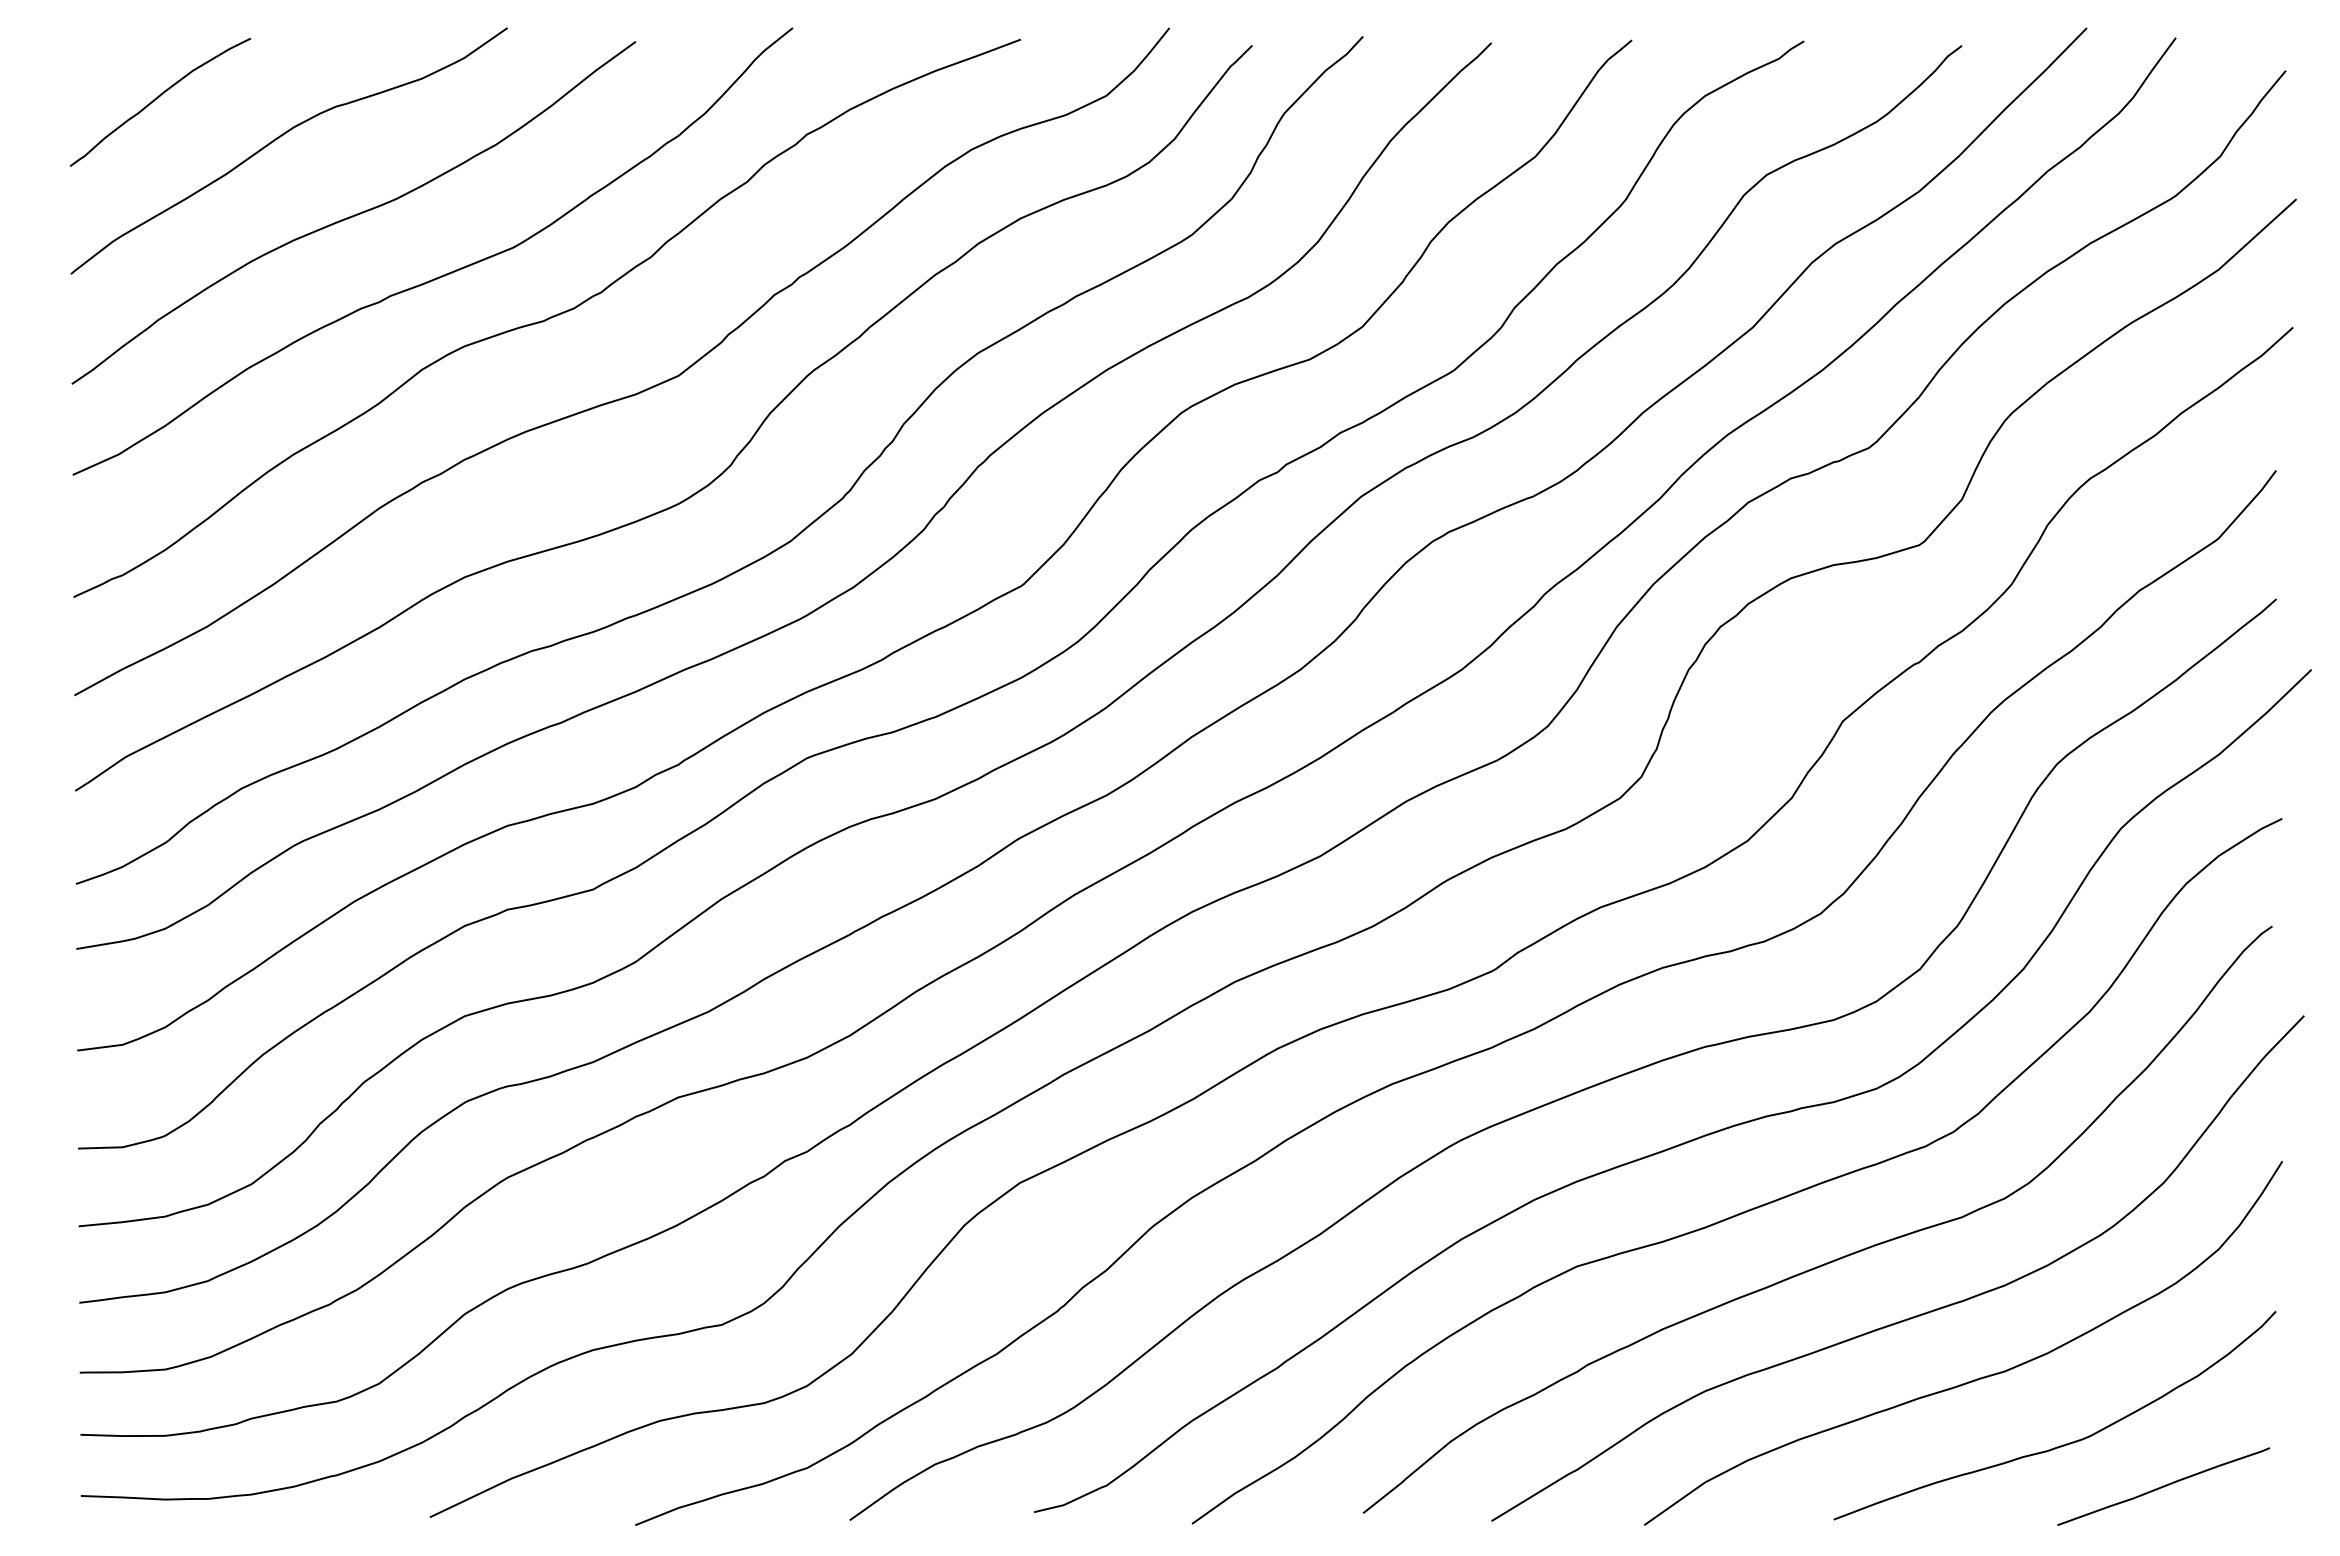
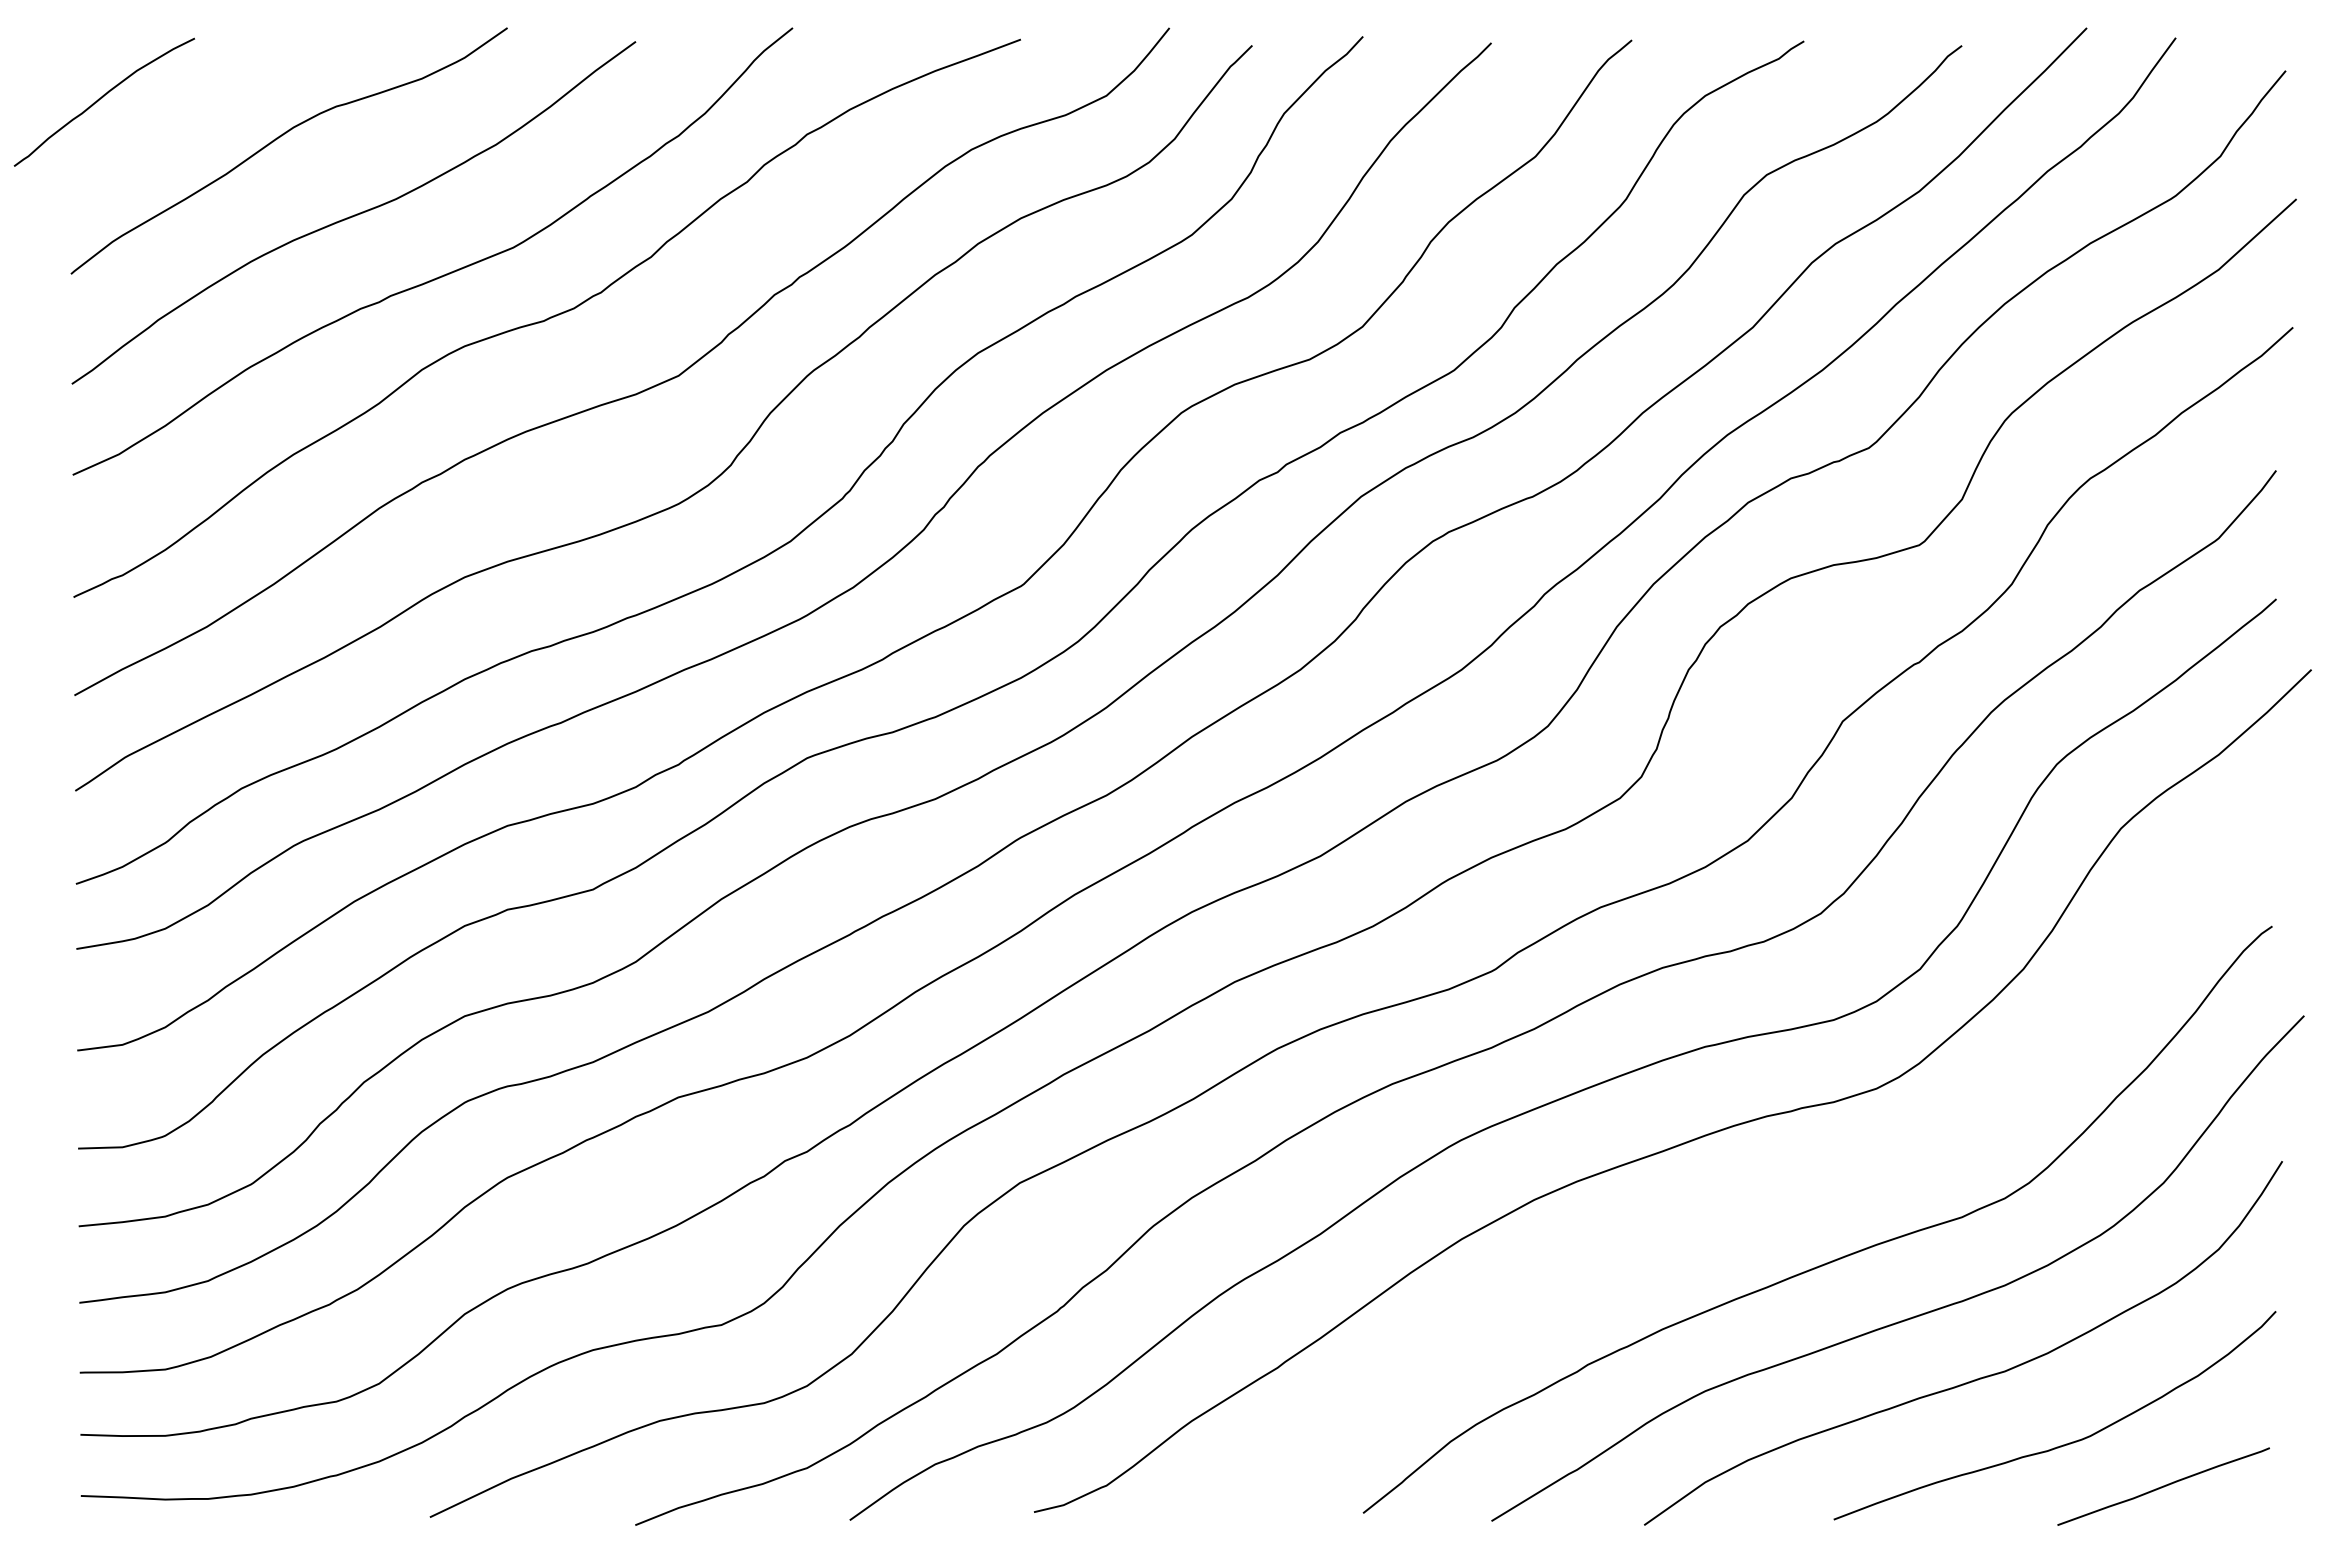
curve at (158, 98) position: (158, 98) -> (102, 98)
curve at (1753, 1207): present -> none
